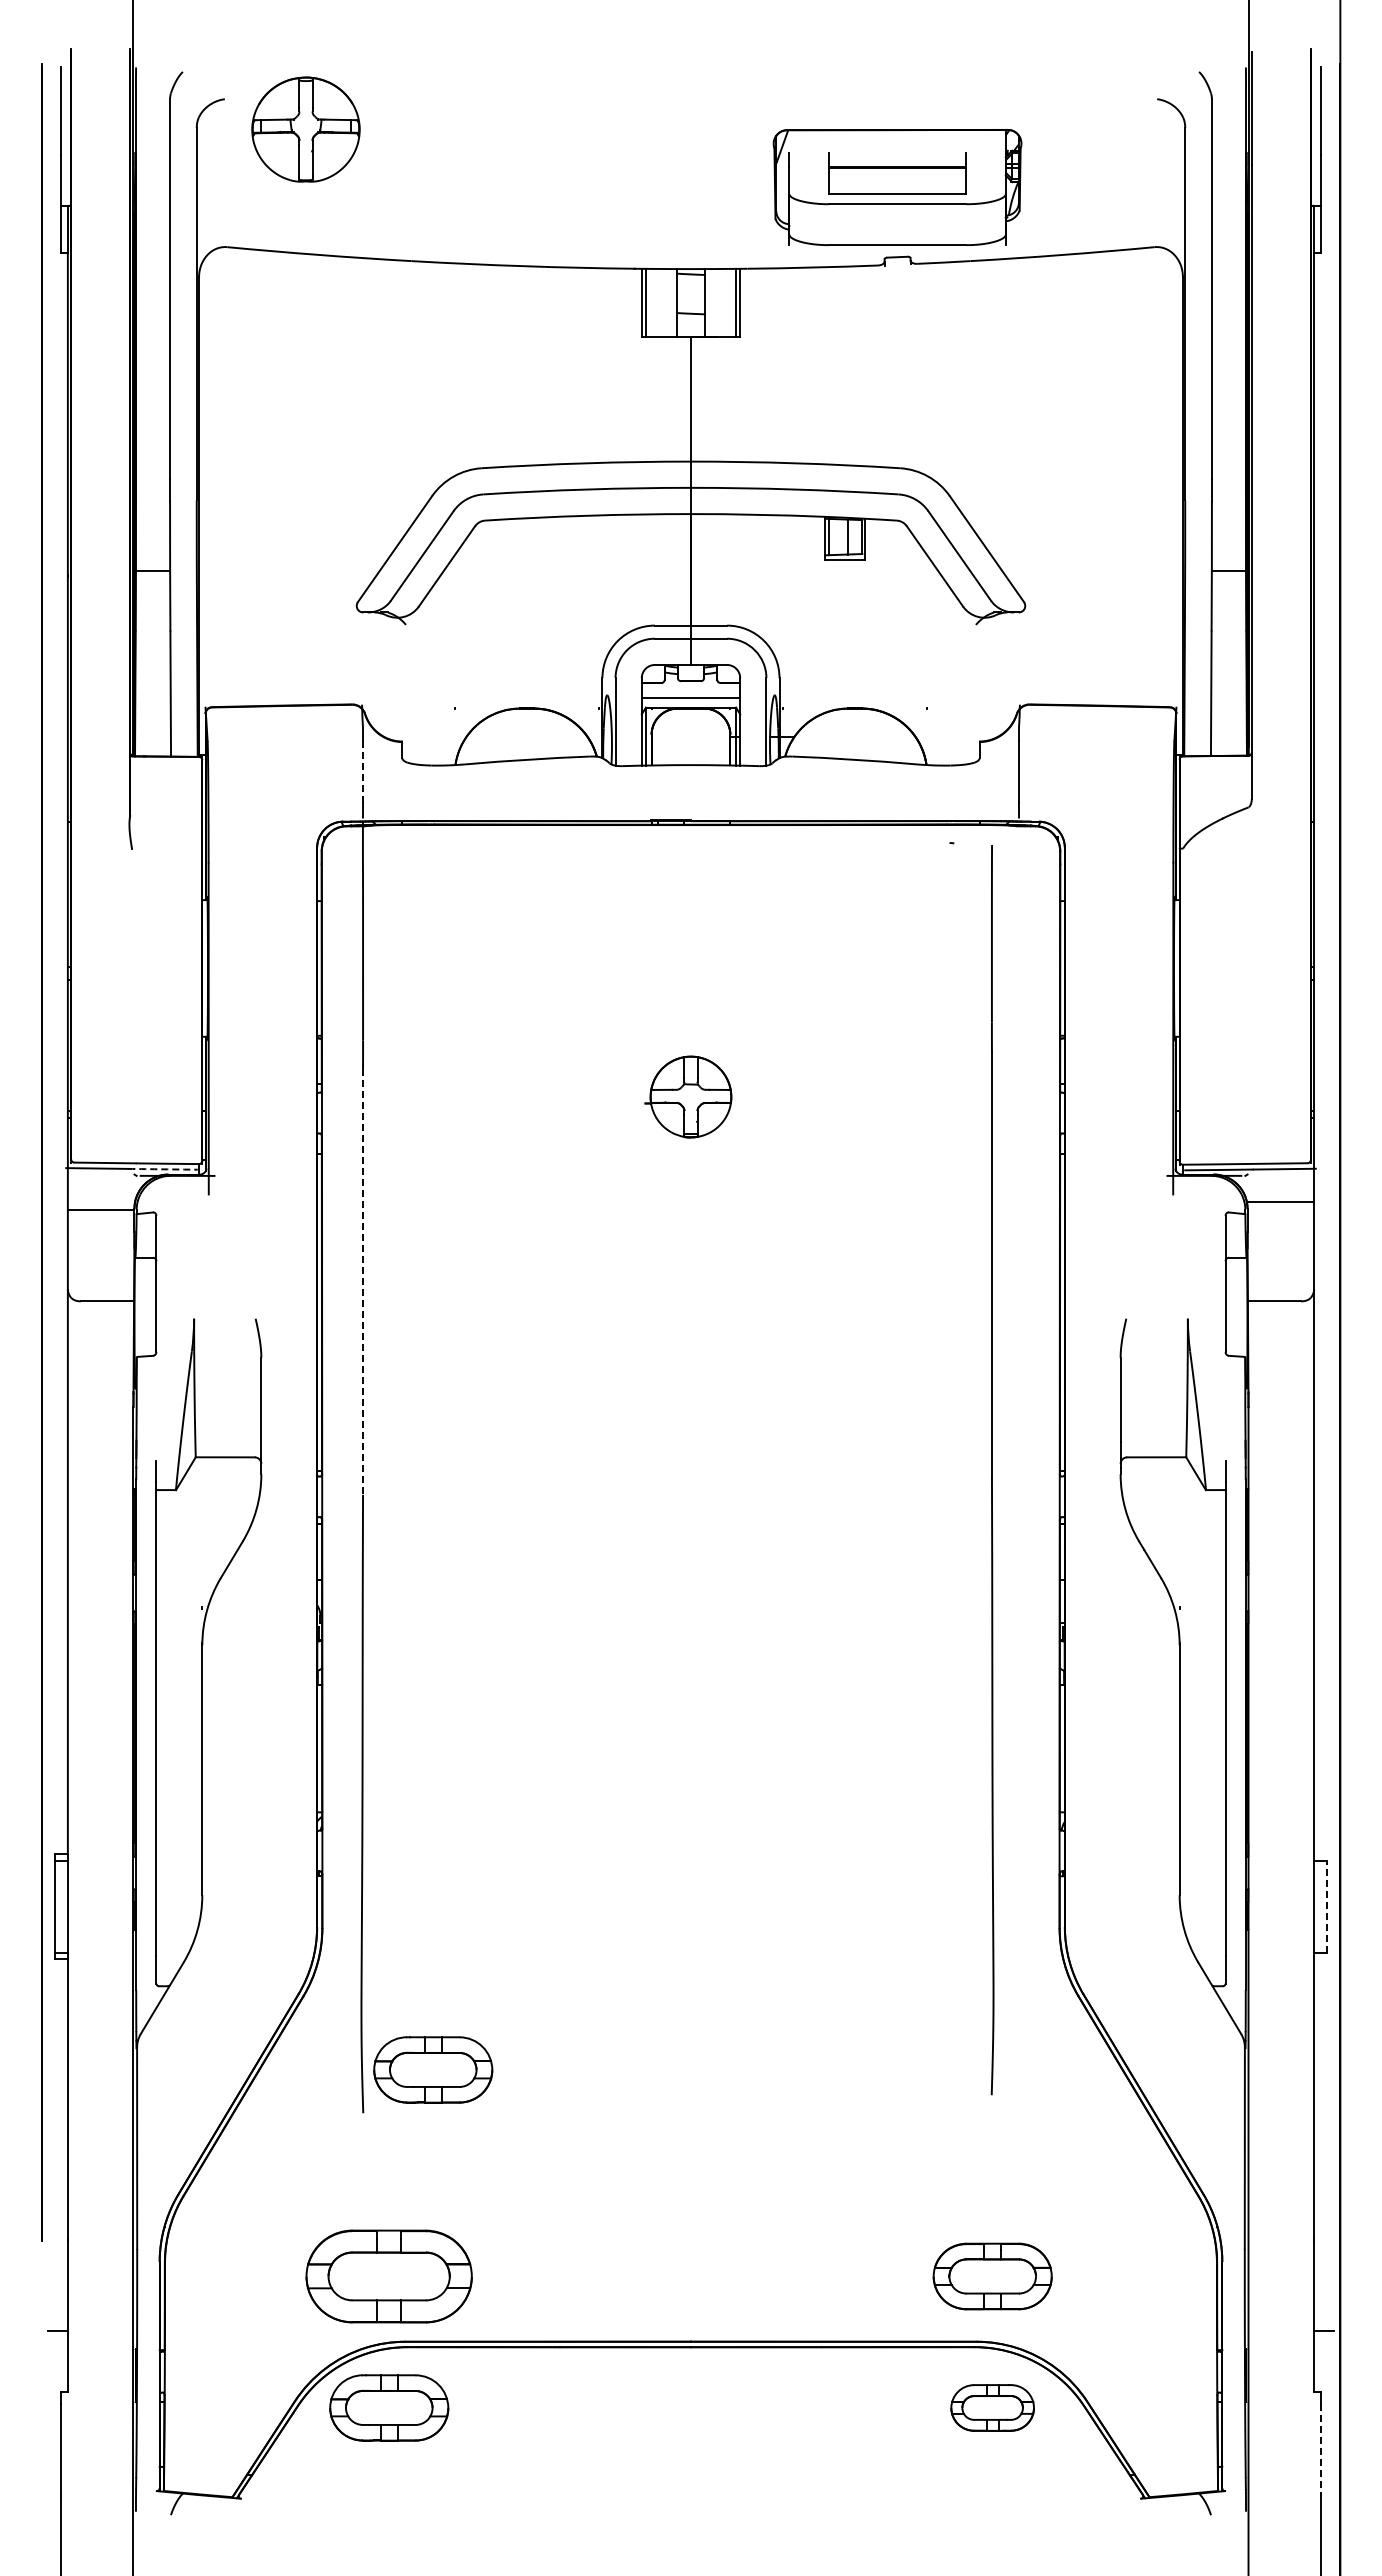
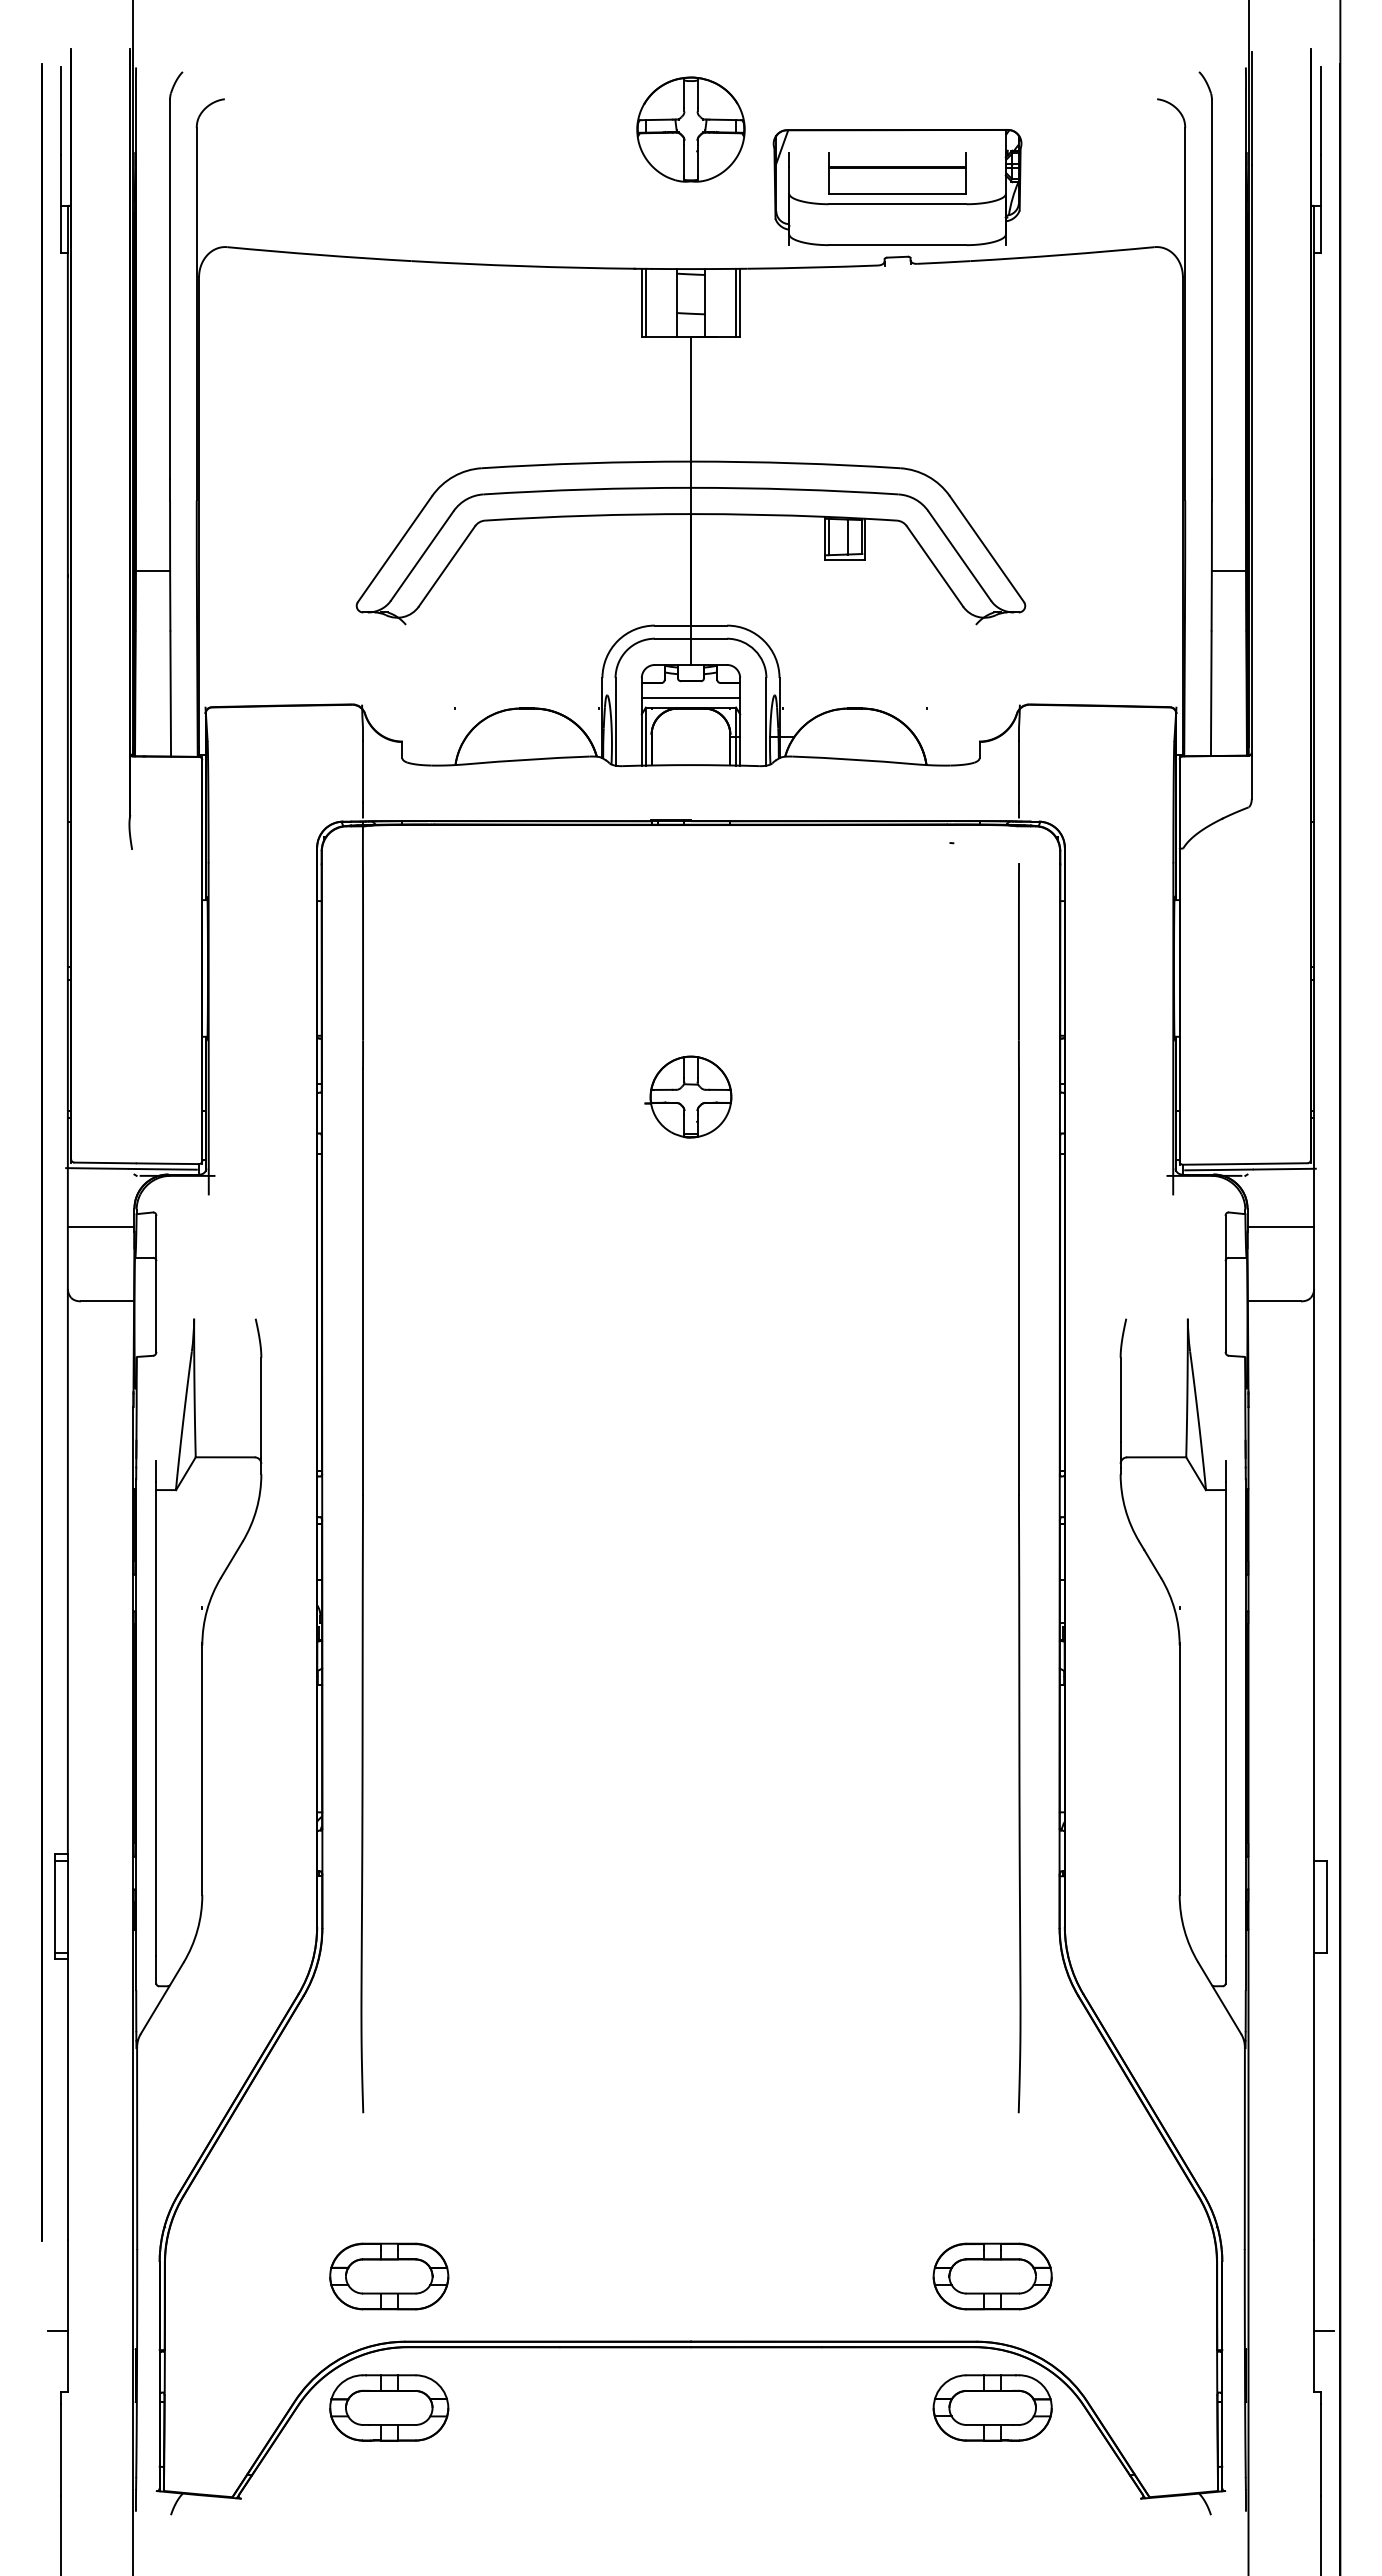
part at (305, 129) position: (305, 129) -> (690, 129)
line at (363, 772): dashed -> solid
arc at (163, 1169): dashed -> solid
line at (1280, 1201) position: (1280, 1201) -> (1280, 1226)
line at (100, 1209) position: (100, 1209) -> (100, 1226)
line at (363, 1281): dashed -> solid
part at (992, 1470) position: (992, 1470) -> (1019, 1488)
line at (1327, 1906): dashed -> solid
part at (433, 2069): present -> none
part at (388, 2276) size: 168x95 px -> 121x69 px
part at (992, 2407) size: 85x48 px -> 121x68 px
line at (1320, 2450): dashed -> solid
